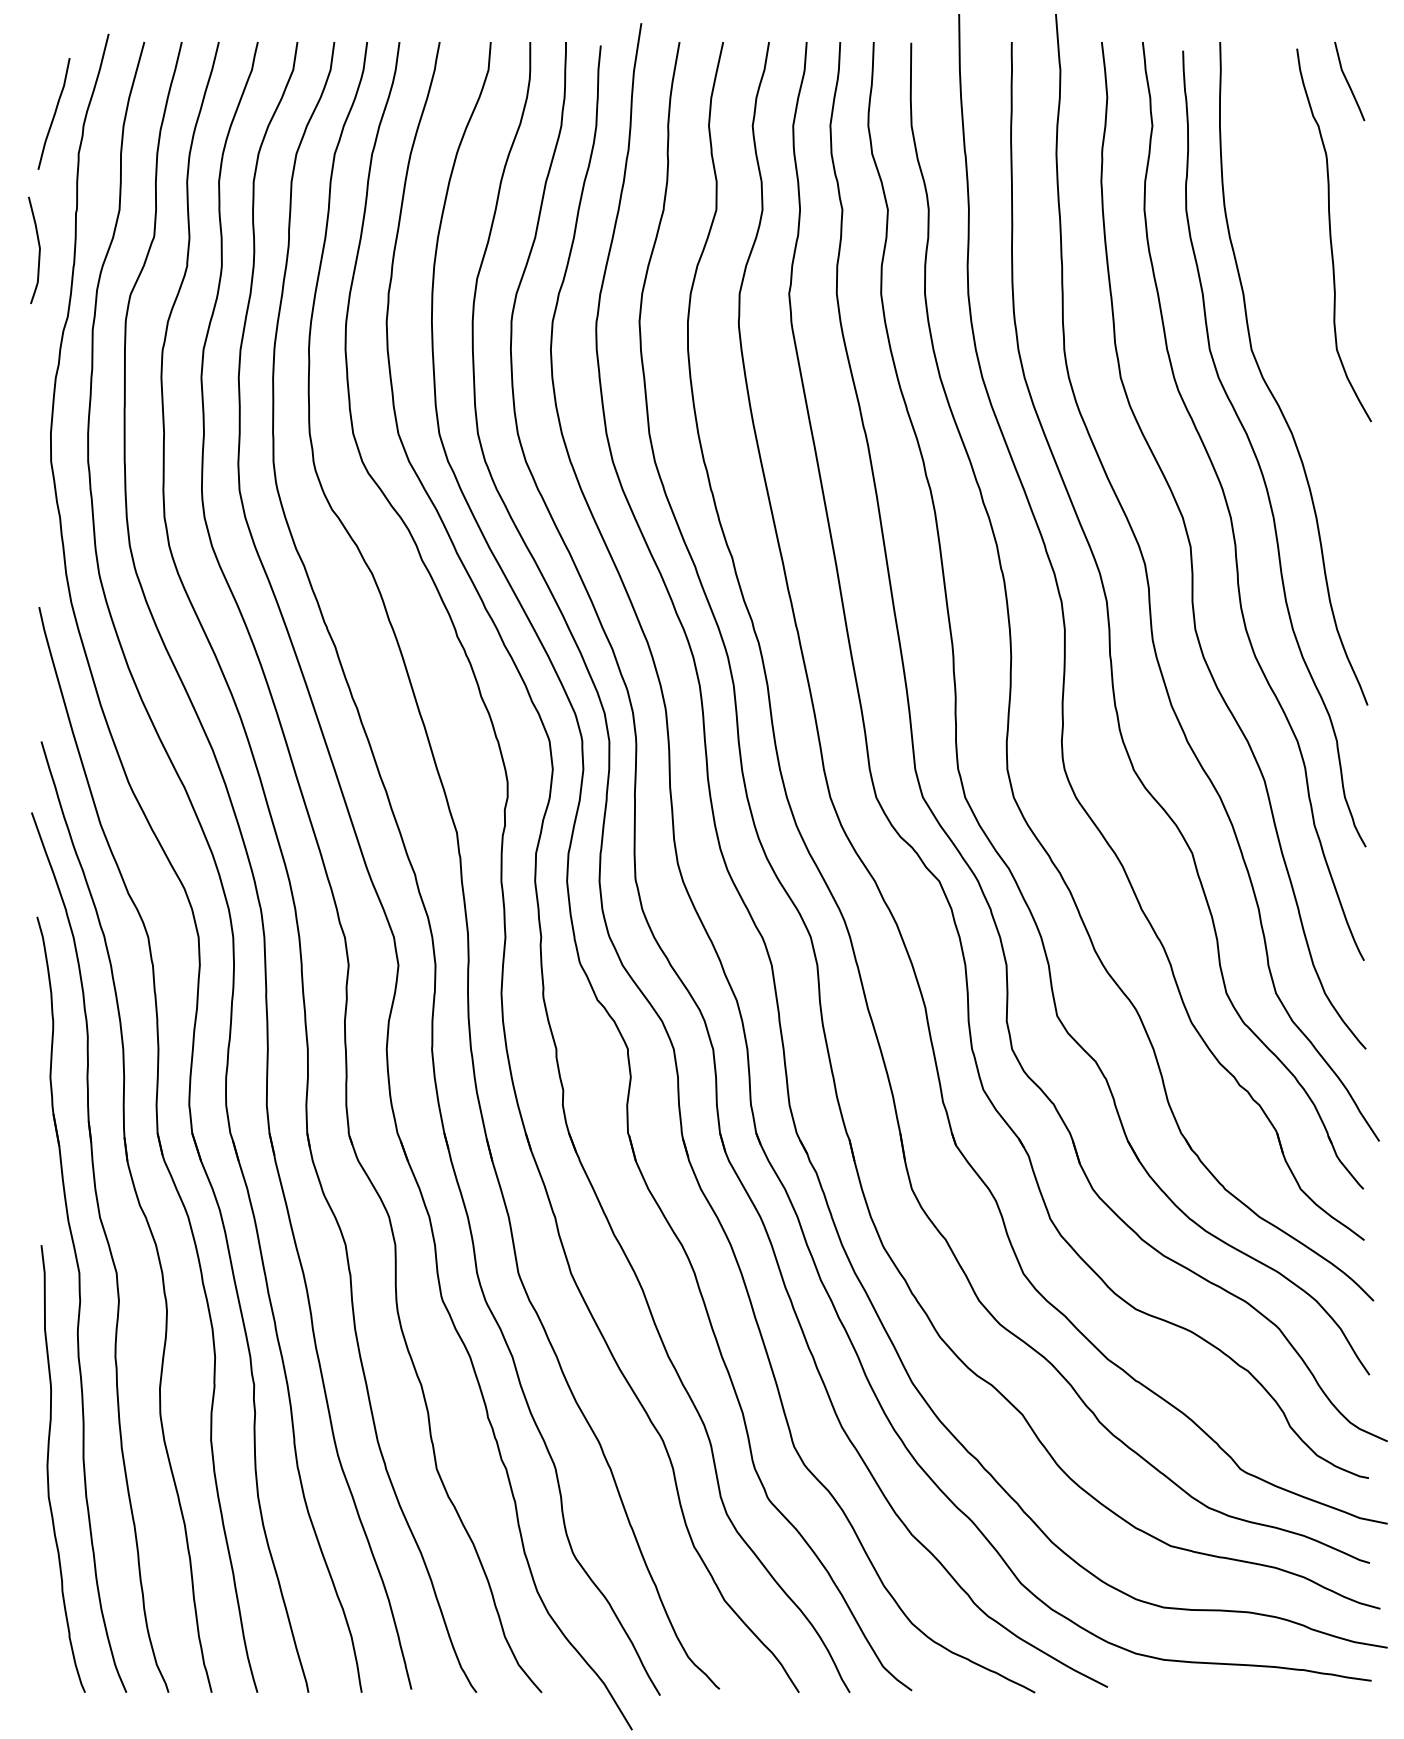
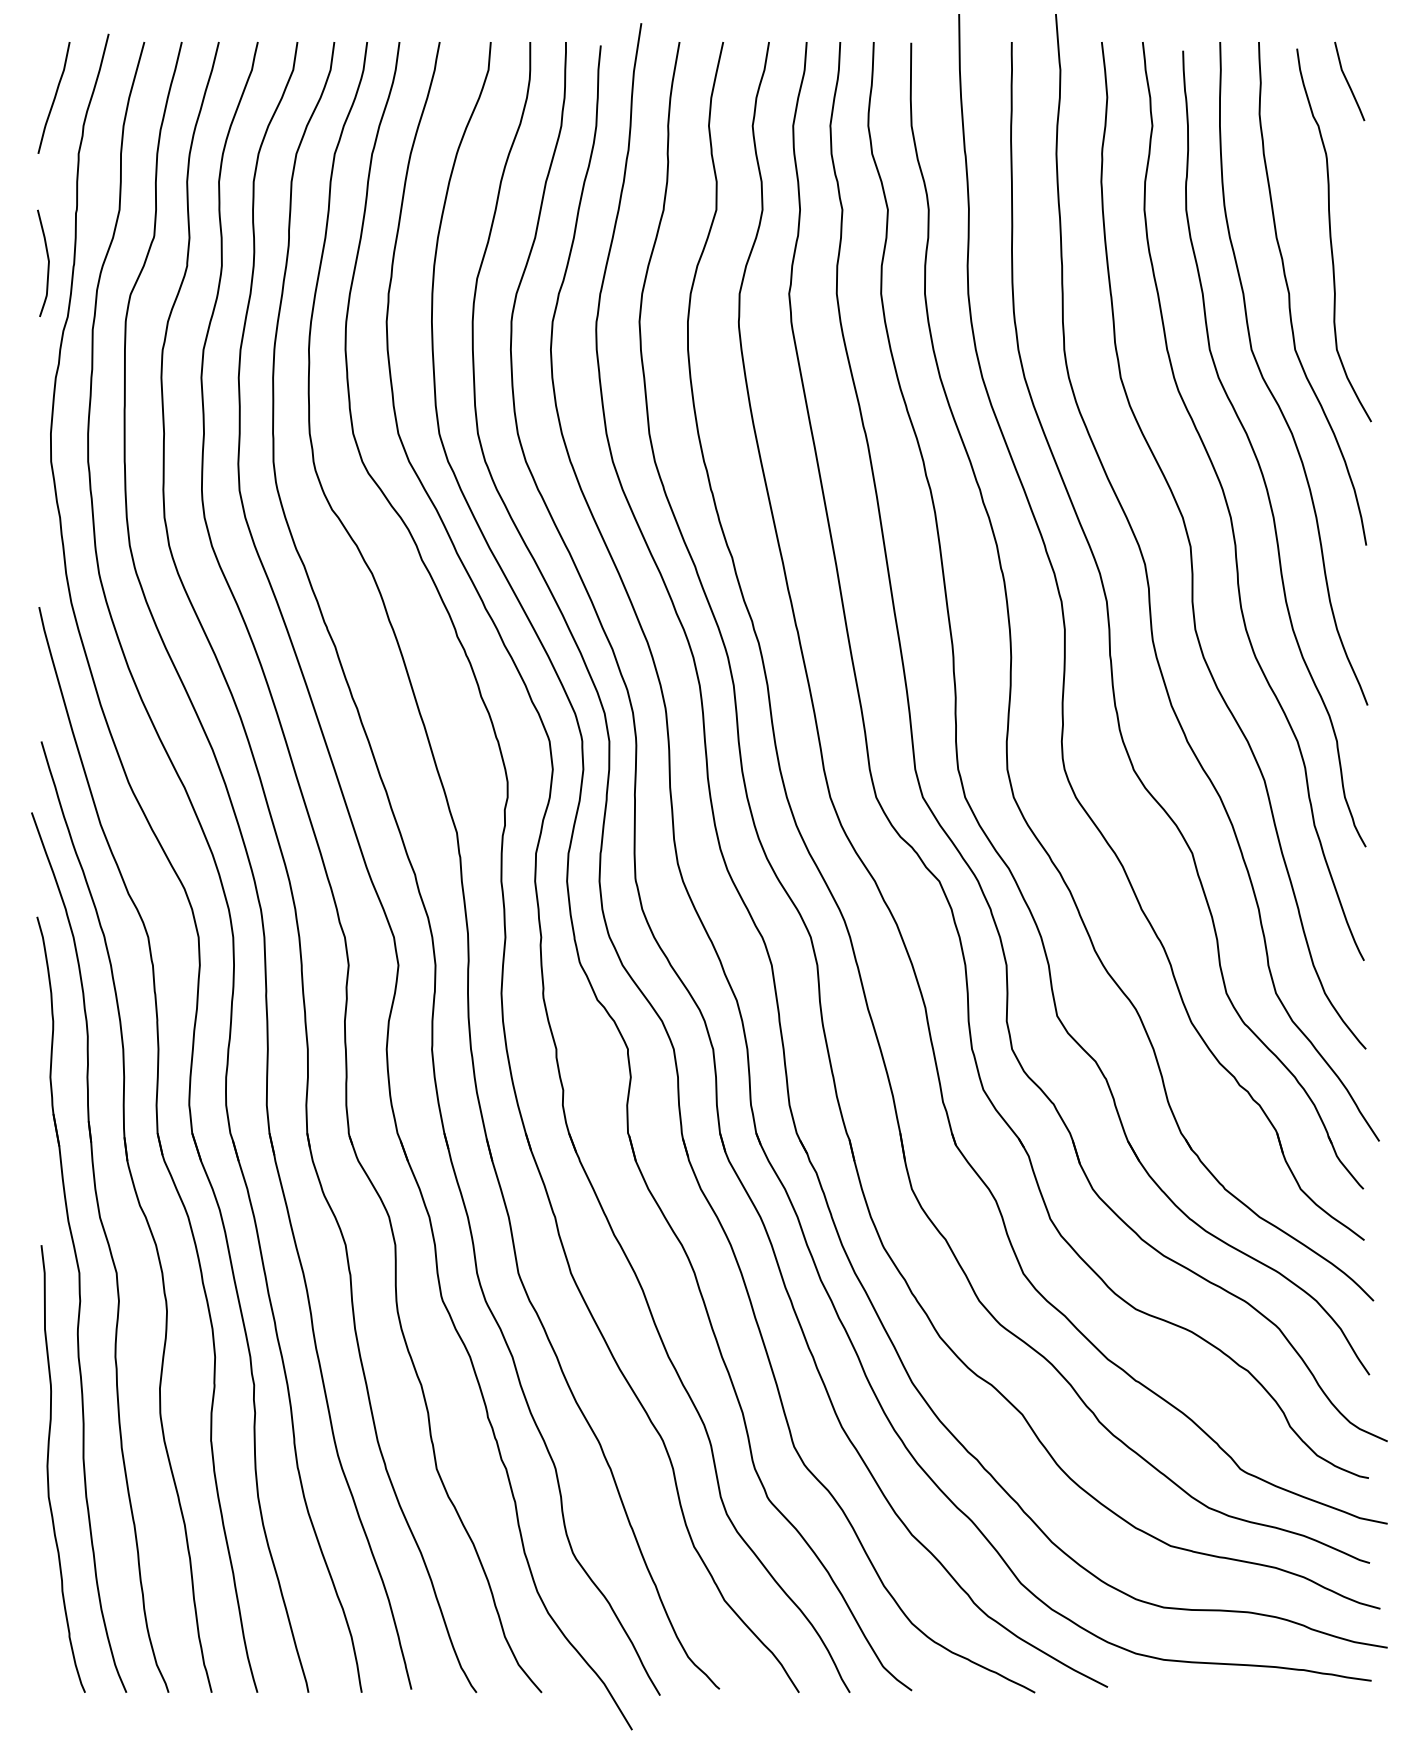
curve at (54, 113) position: (54, 113) -> (54, 97)
curve at (38, 247) position: (38, 247) -> (47, 260)
curve at (1290, 294): none -> present
